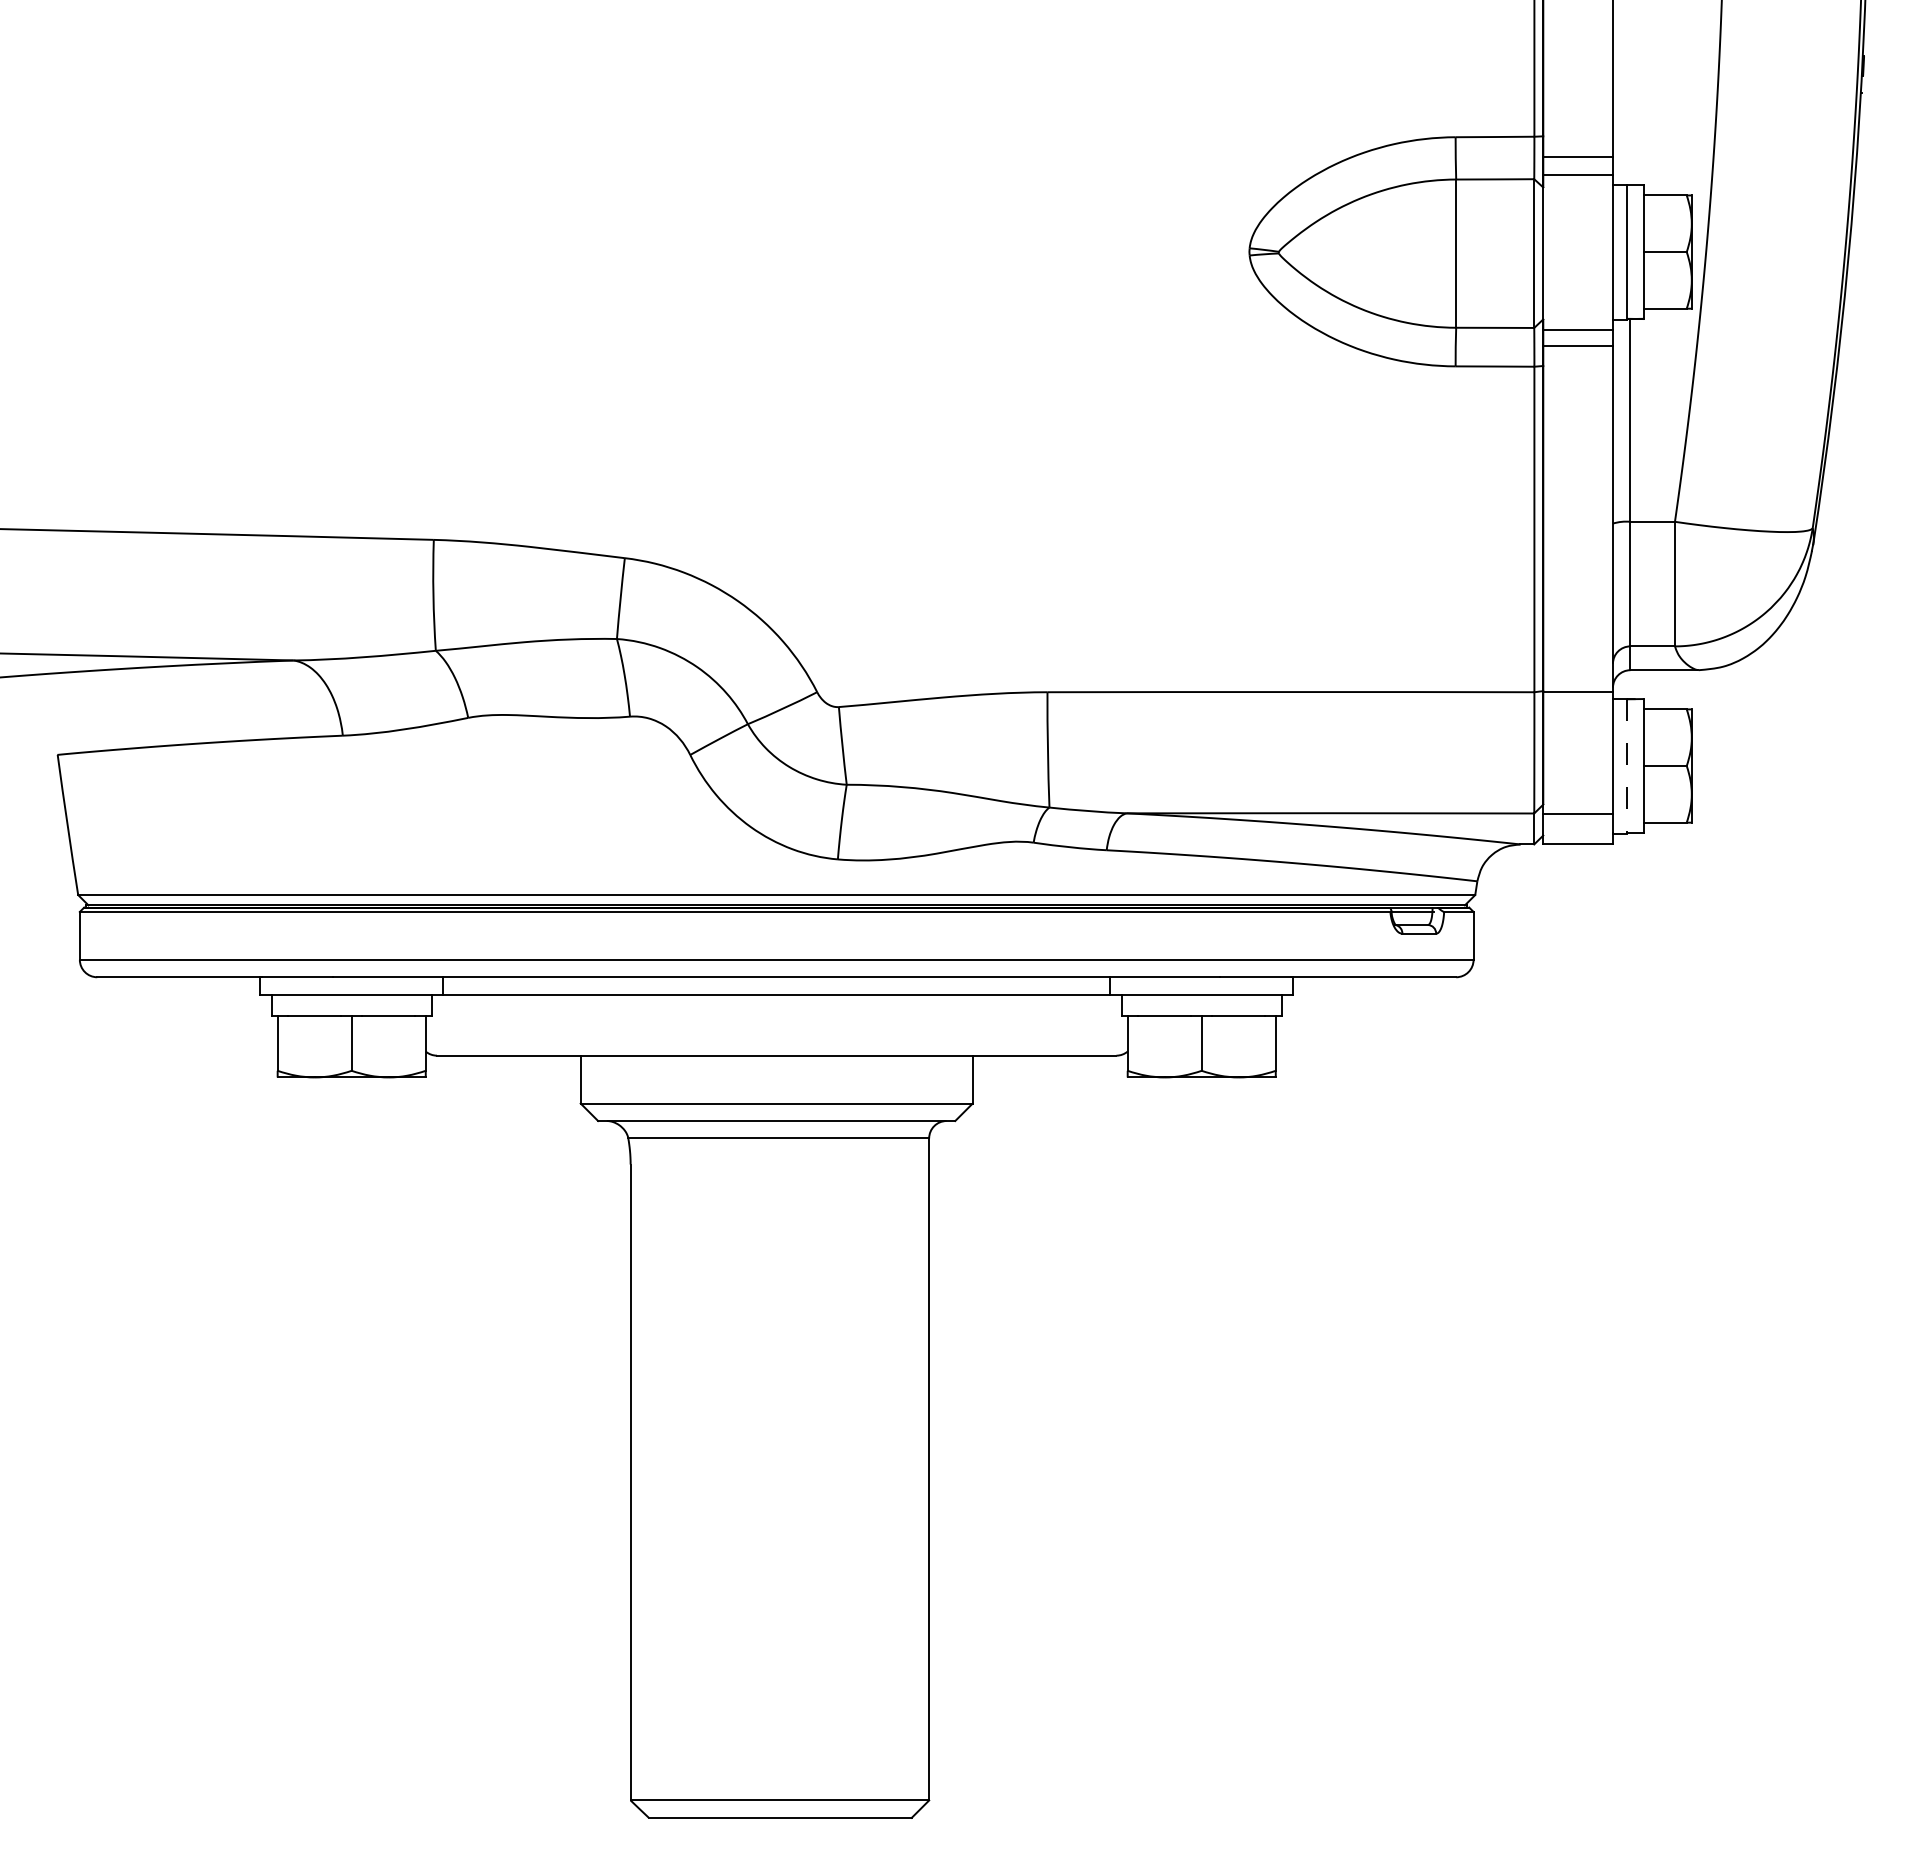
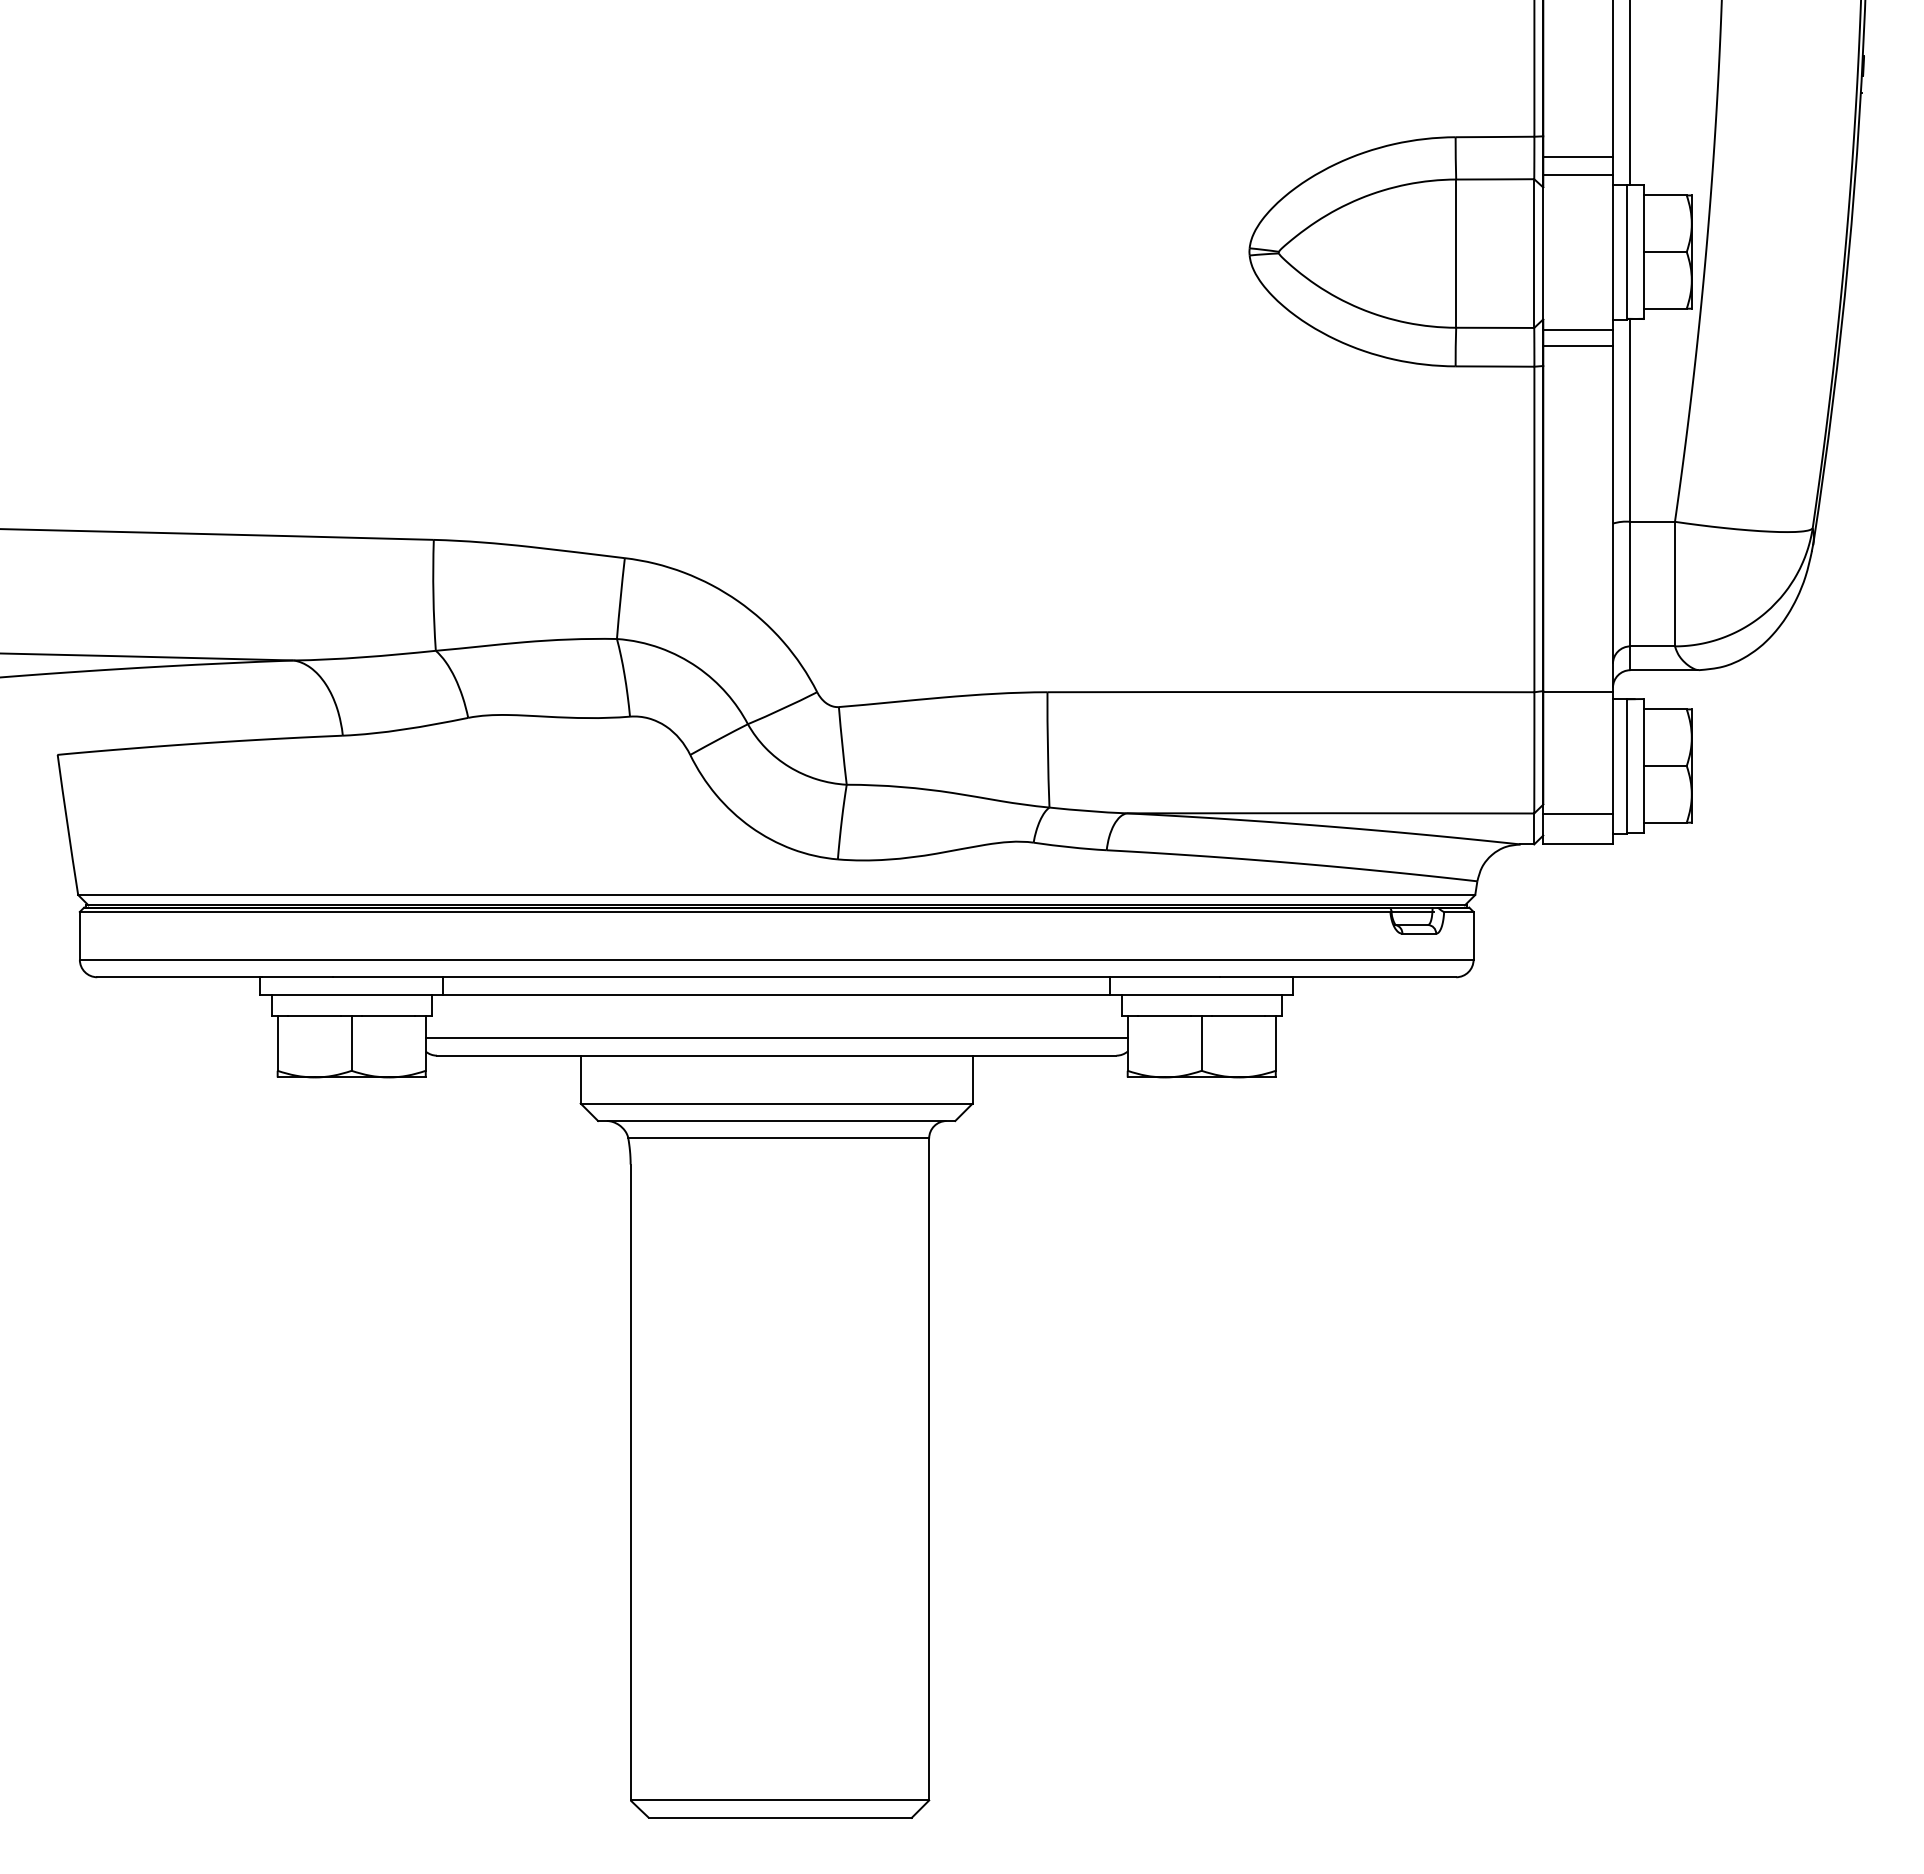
line at (1630, 93): none -> present
line at (1626, 766): dashed -> solid
line at (776, 1038): none -> present
